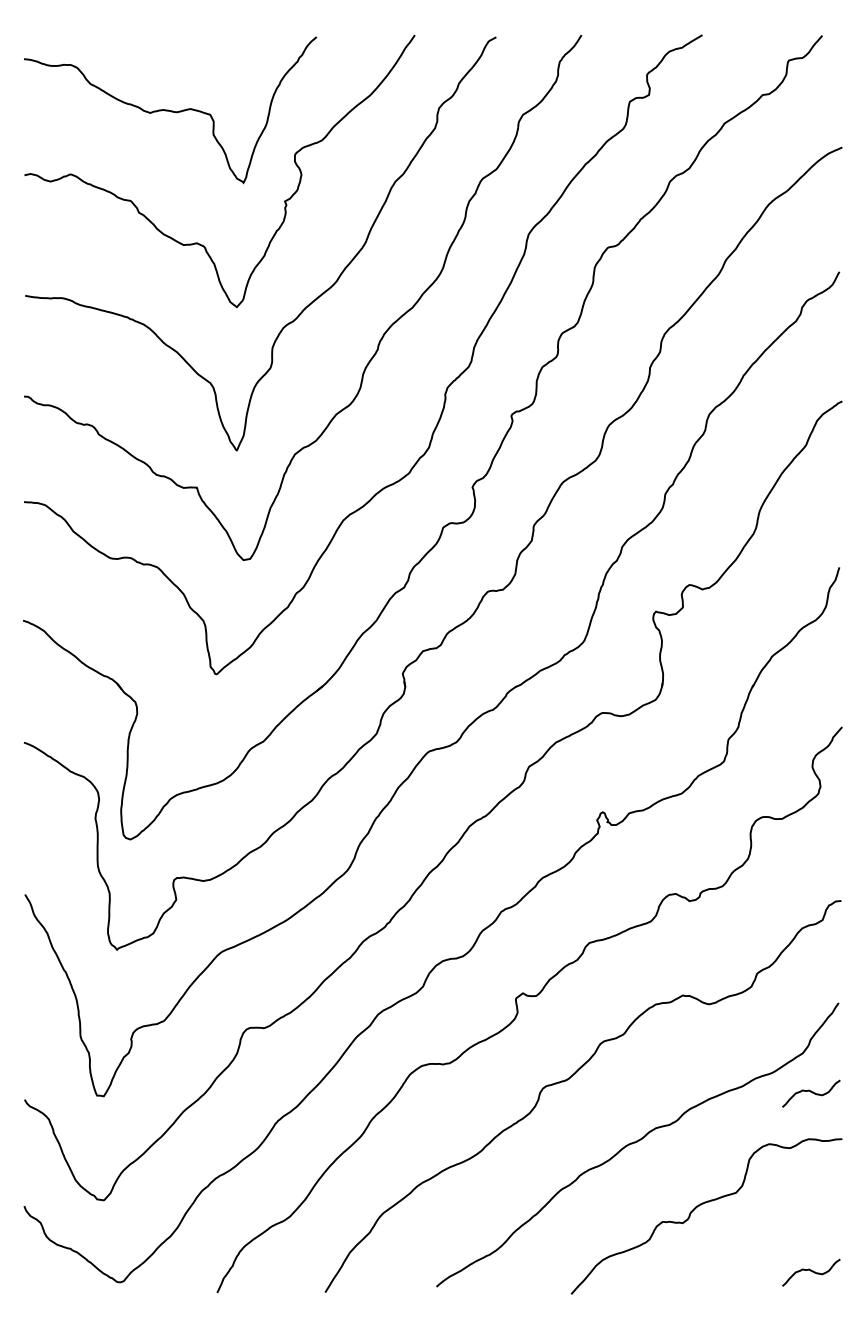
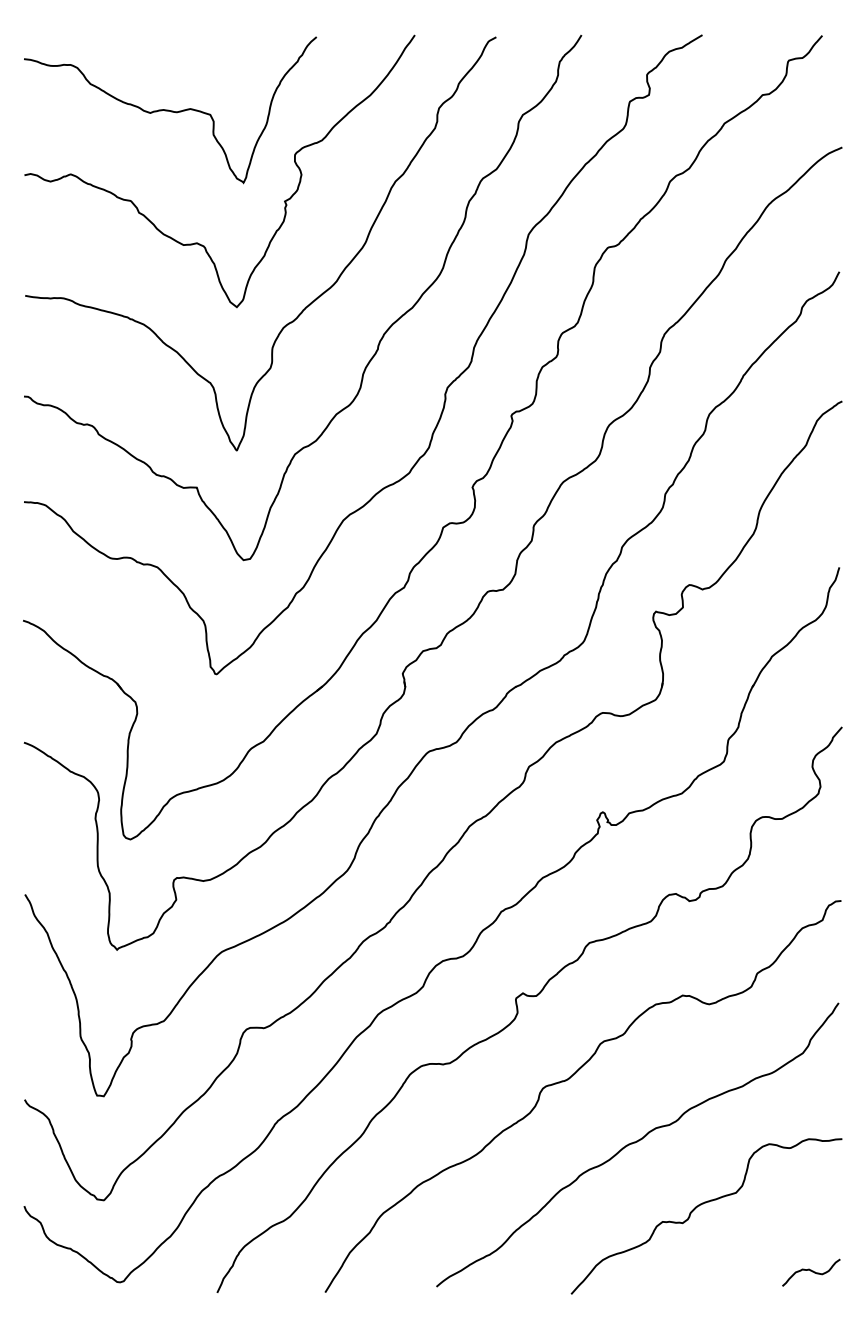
curve at (811, 1092): present -> none
